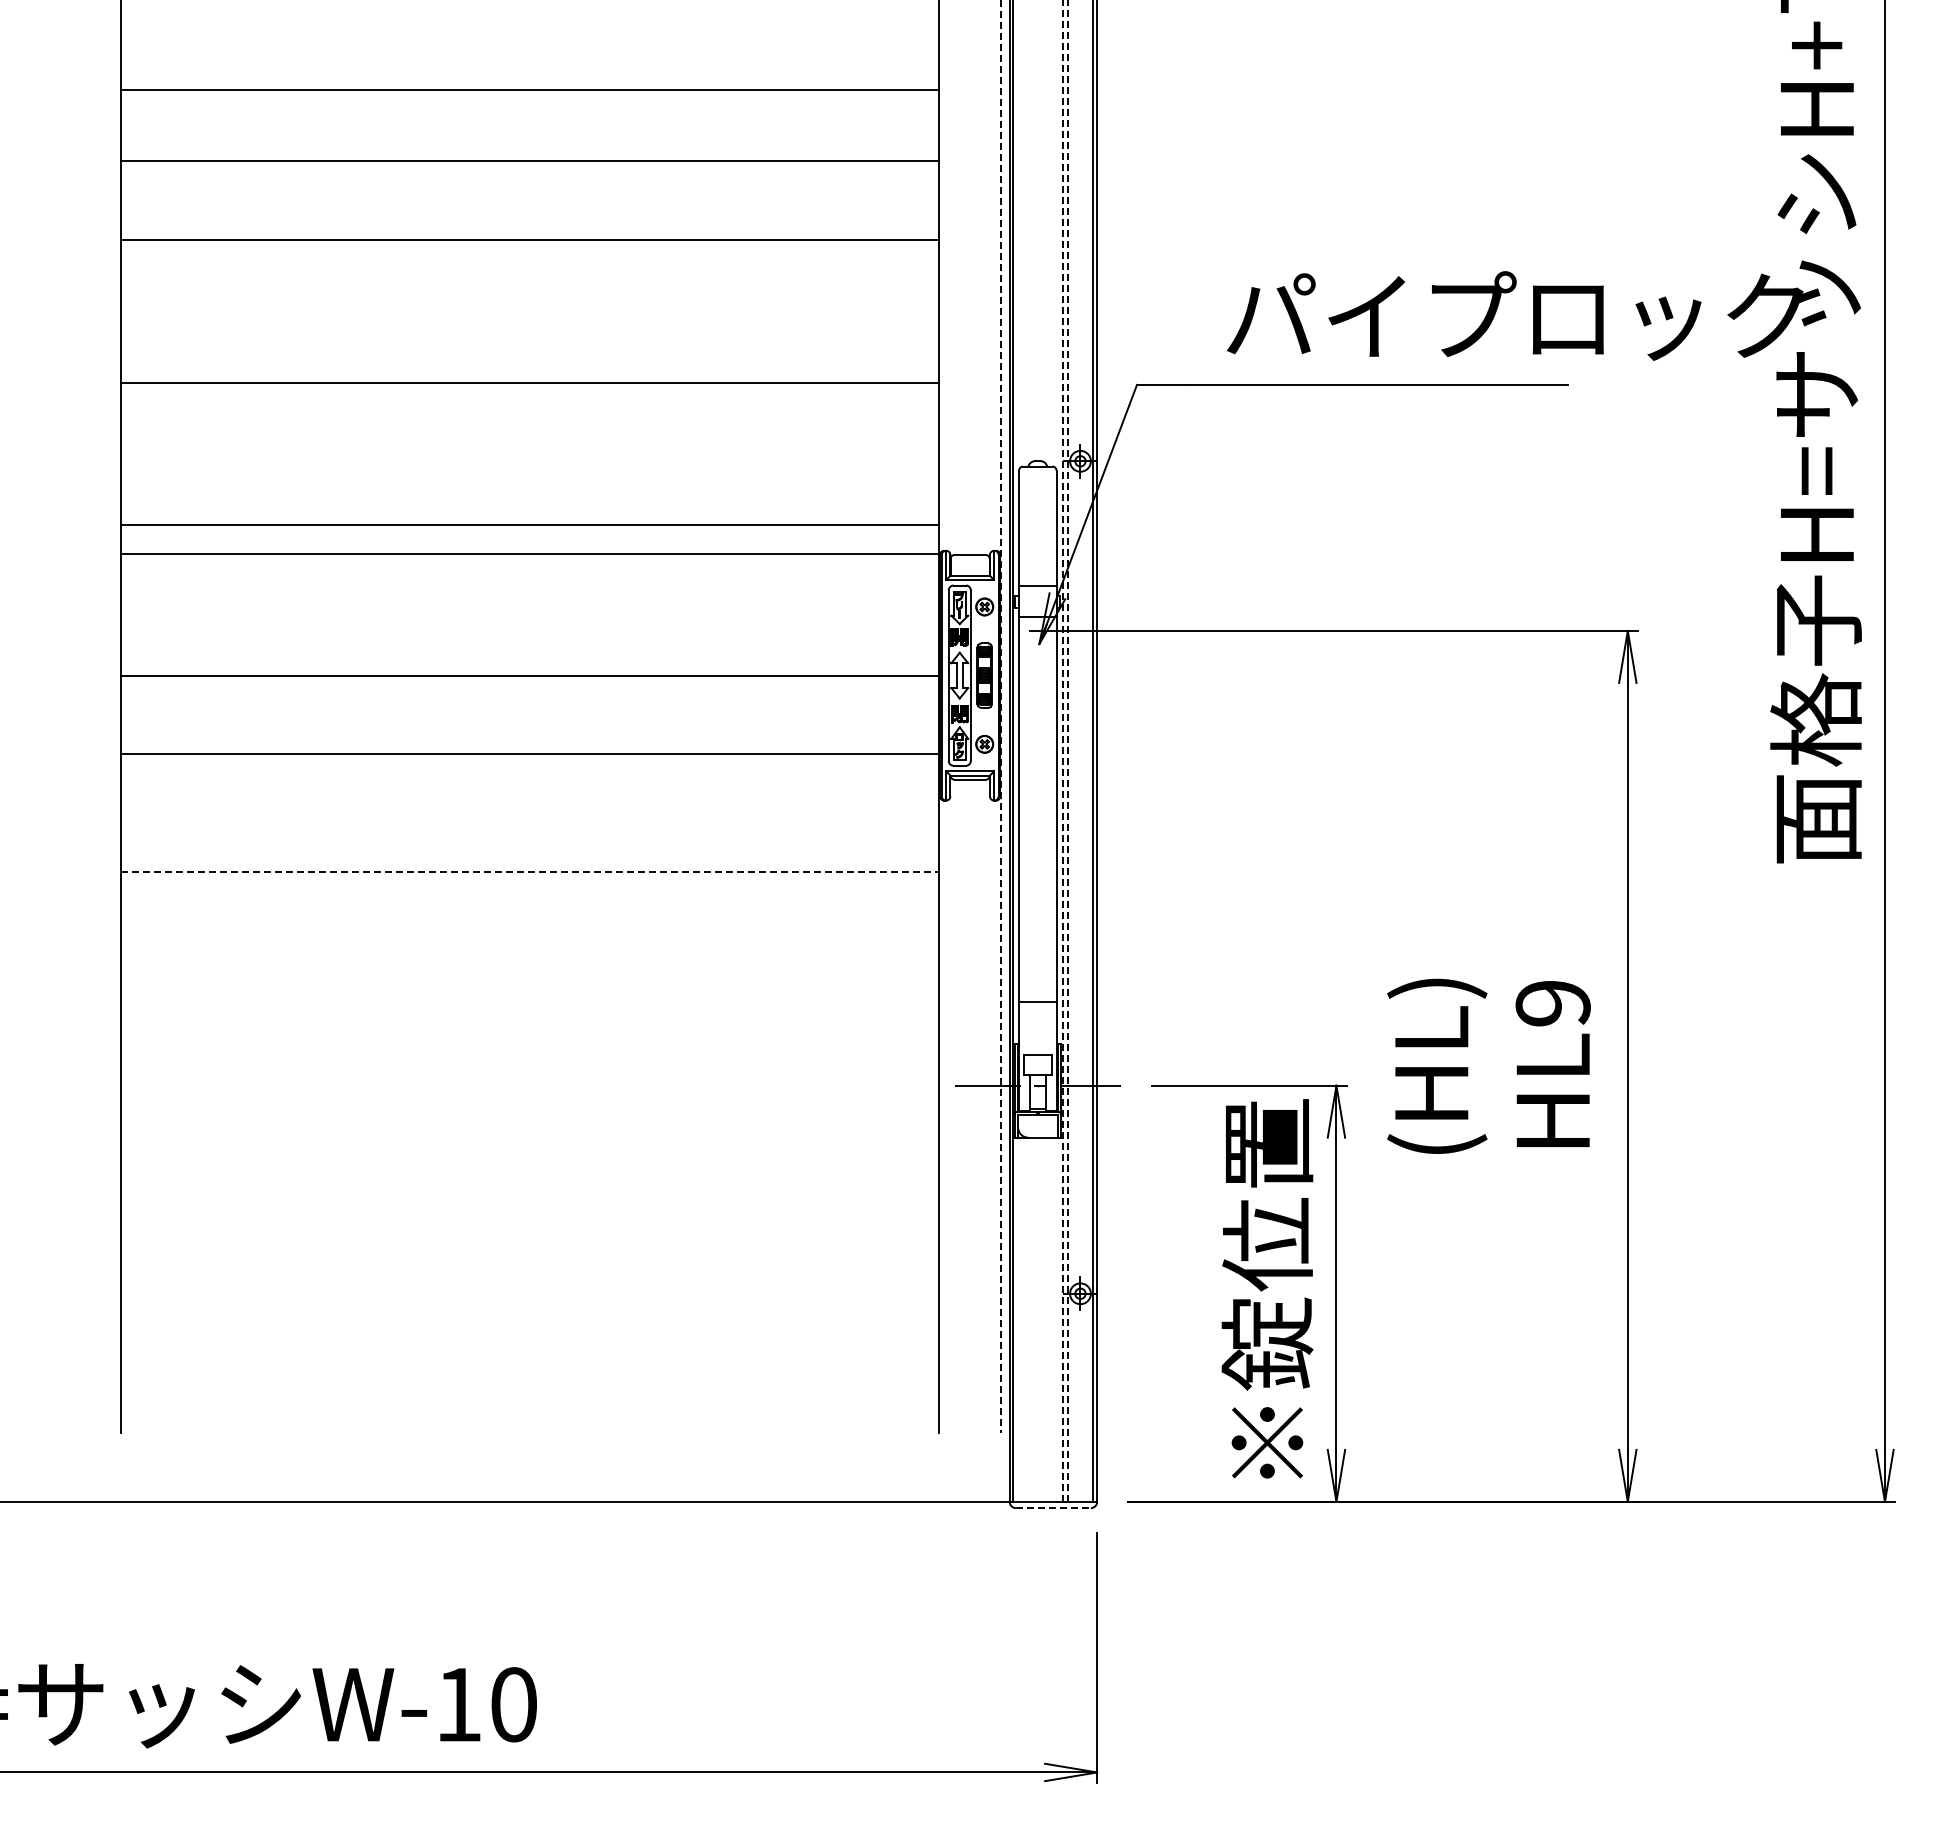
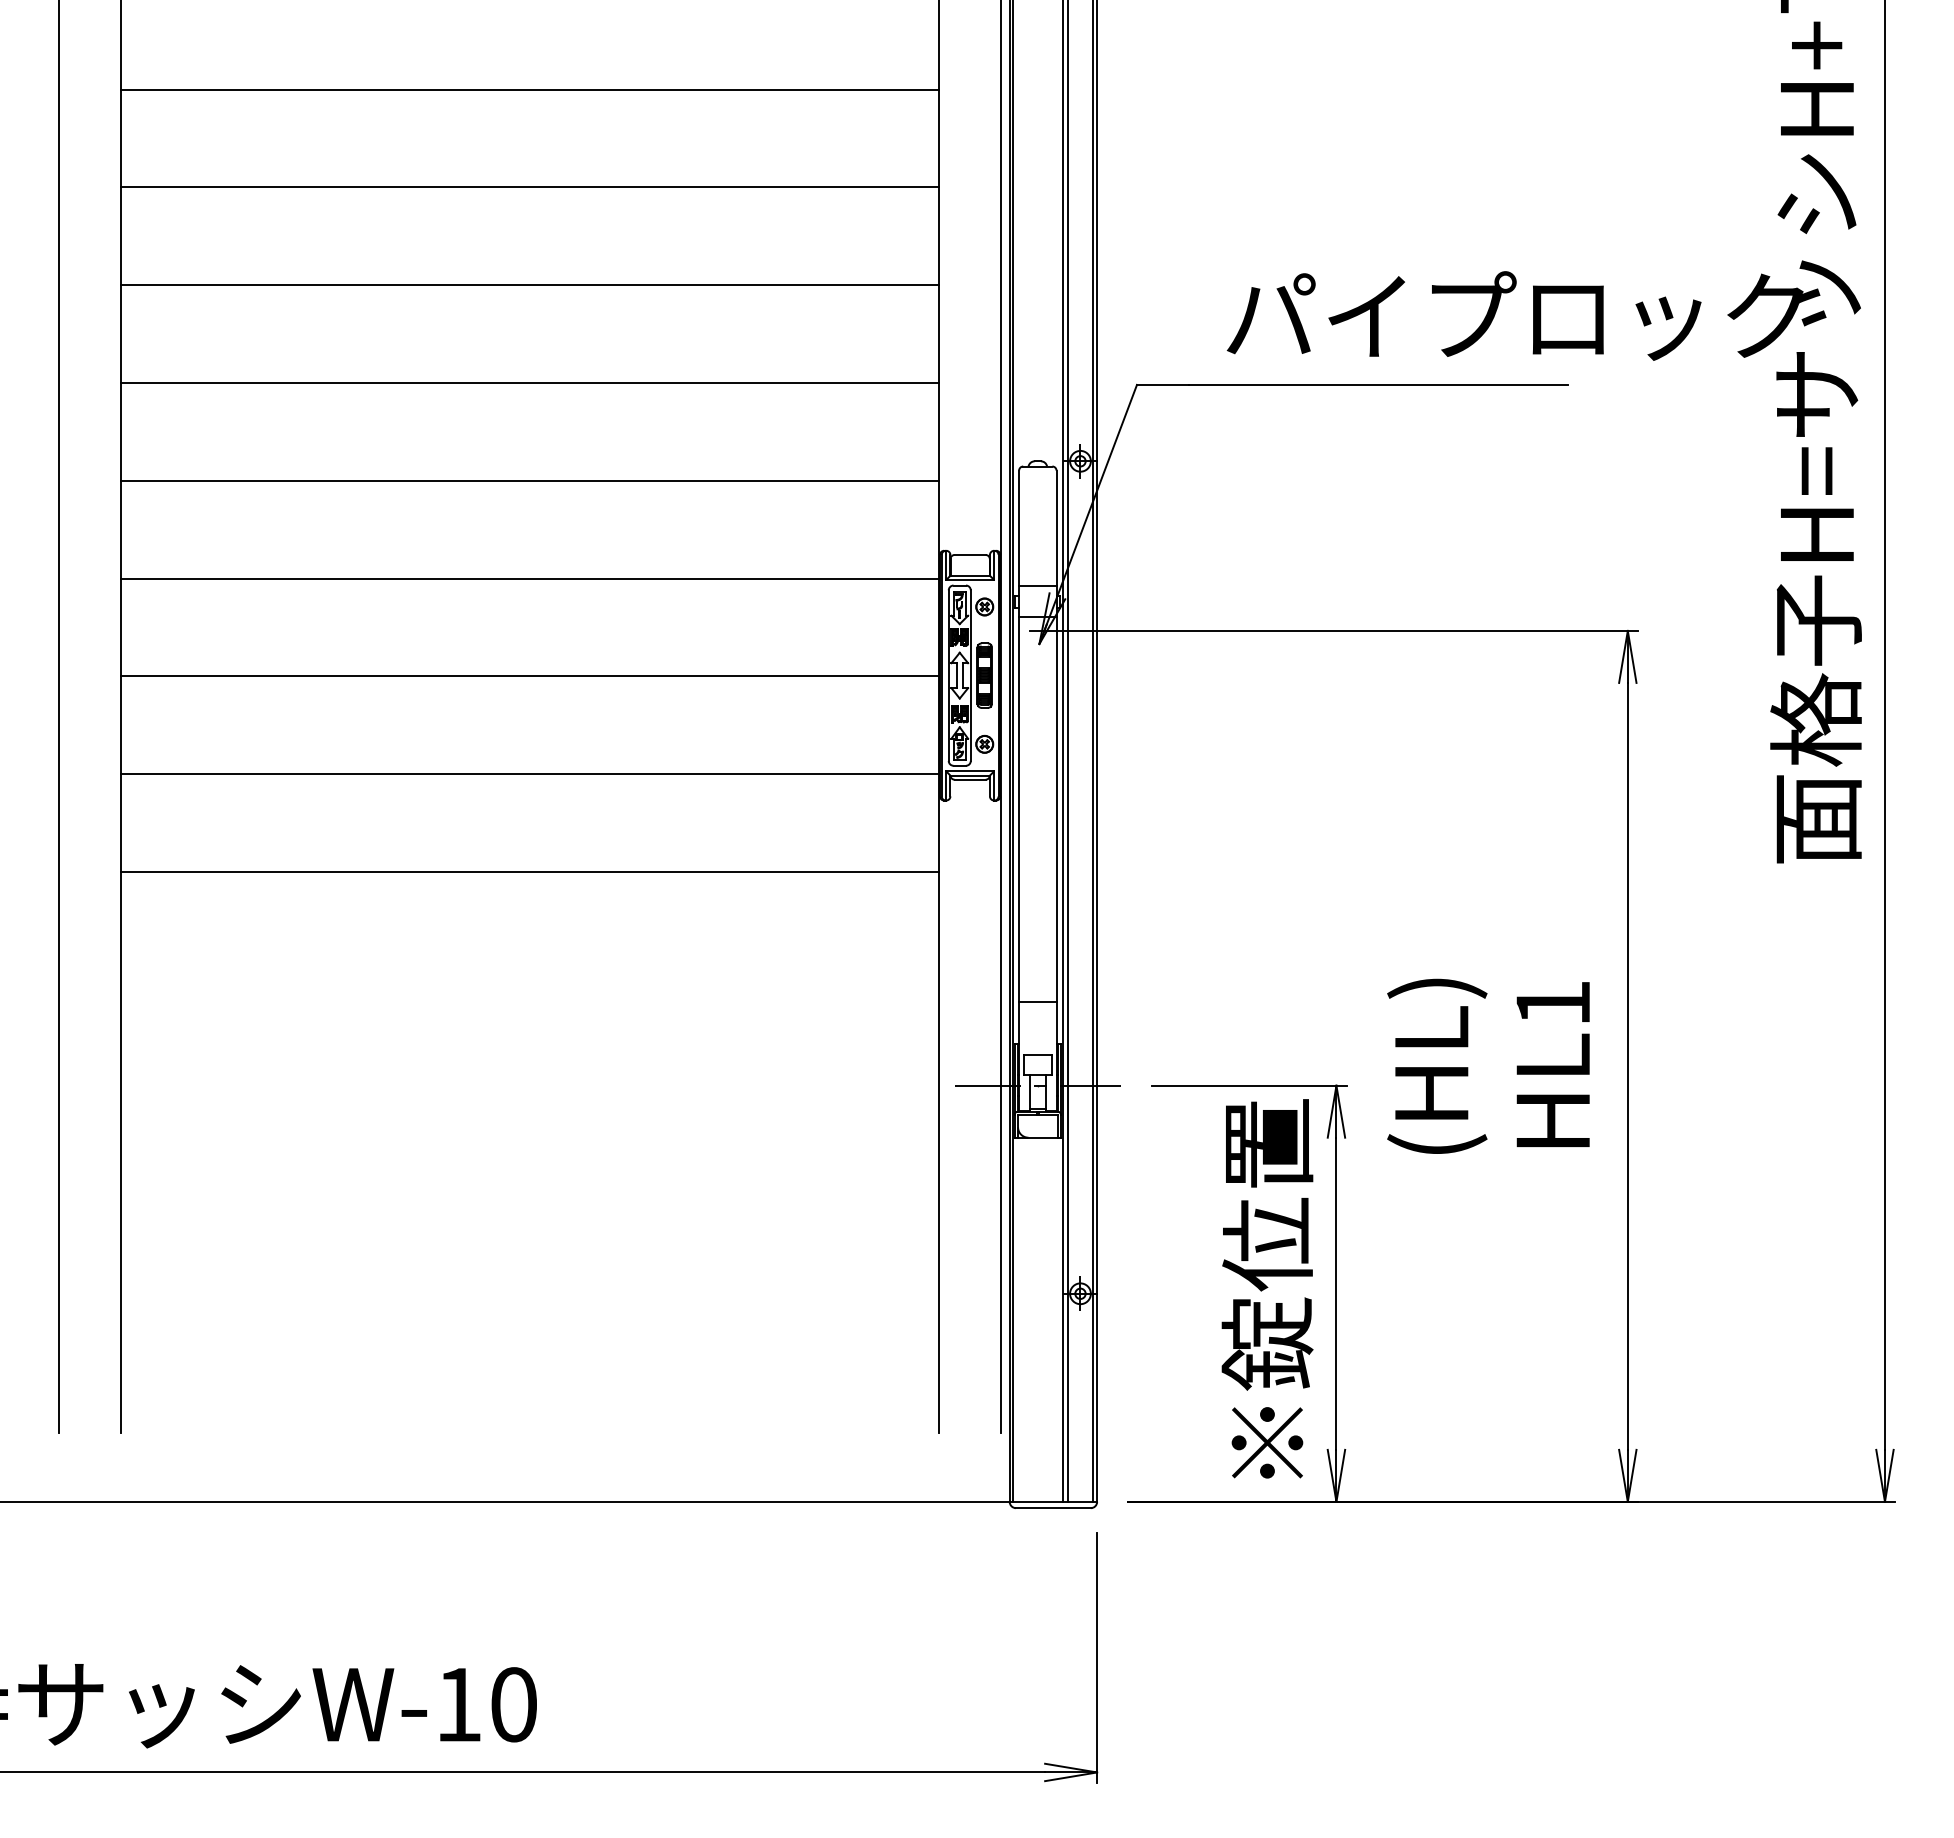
line at (529, 161) position: (529, 161) -> (529, 187)
line at (529, 240) position: (529, 240) -> (529, 285)
line at (529, 524) position: (529, 524) -> (529, 480)
line at (529, 553) position: (529, 553) -> (529, 578)
line at (58, 717): none -> present
line at (1001, 717): dashed -> solid
line at (1062, 750): dashed -> solid
line at (1068, 750): dashed -> solid
line at (529, 754) position: (529, 754) -> (529, 774)
line at (530, 872): dashed -> solid
text at (1552, 1003): HL9 -> HL1
line at (1053, 1508): dashed -> solid
